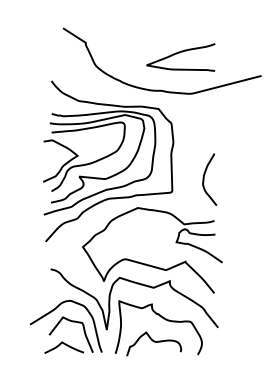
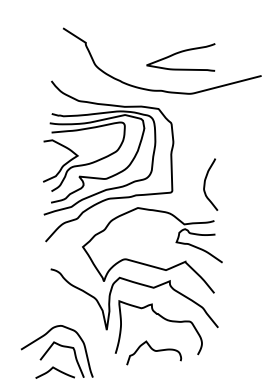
curve at (204, 179) position: (204, 179) -> (205, 184)
part at (67, 320) position: (67, 320) -> (58, 345)
curve at (154, 342) position: (154, 342) -> (154, 351)
